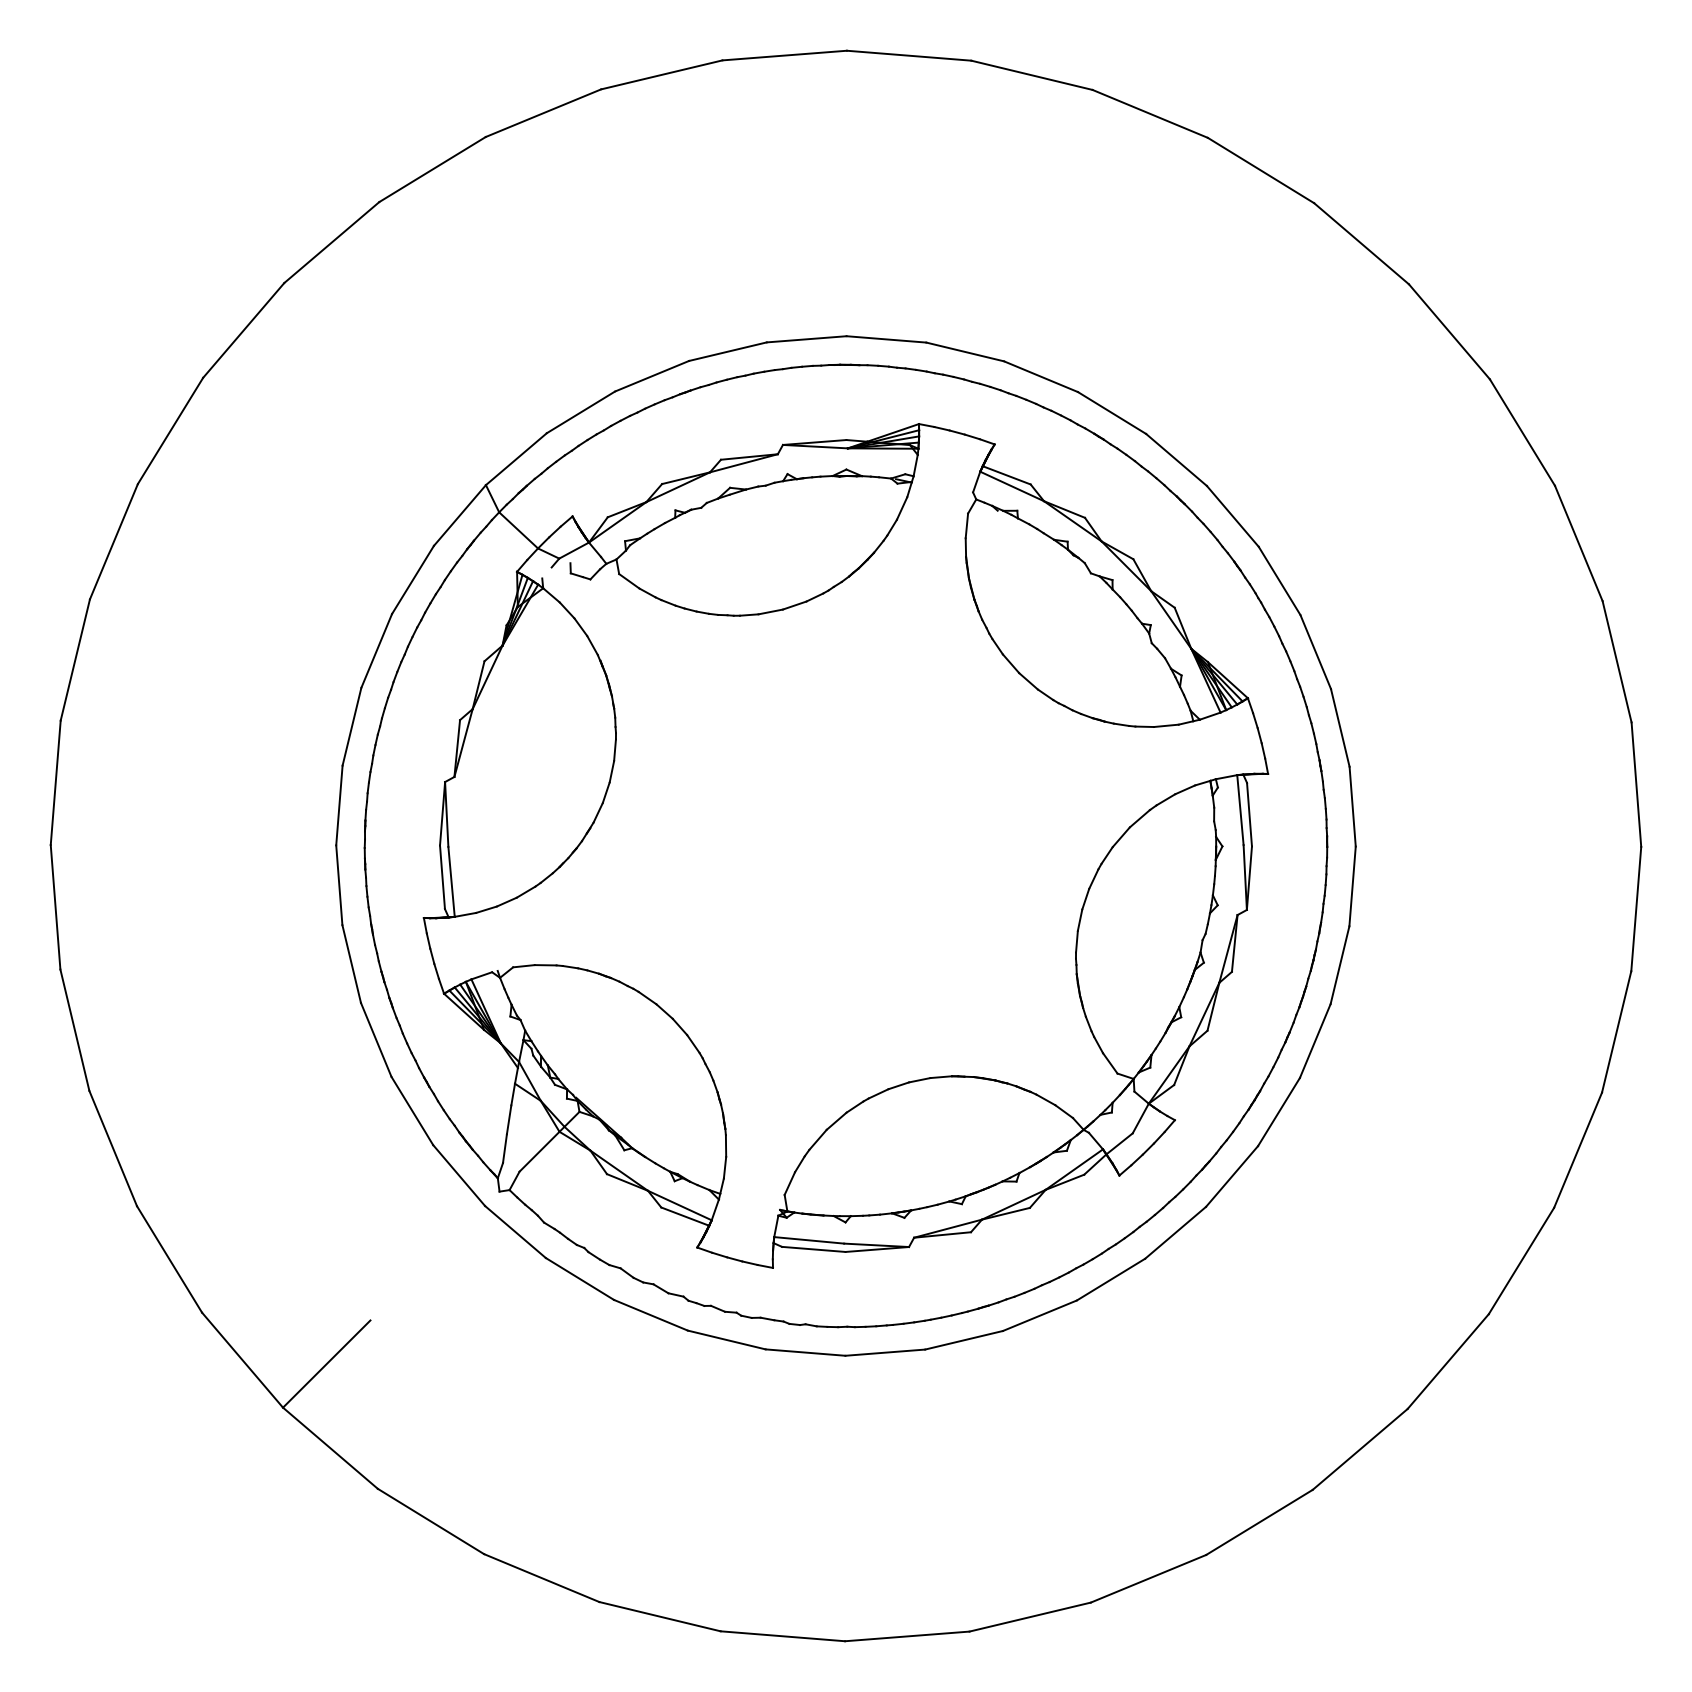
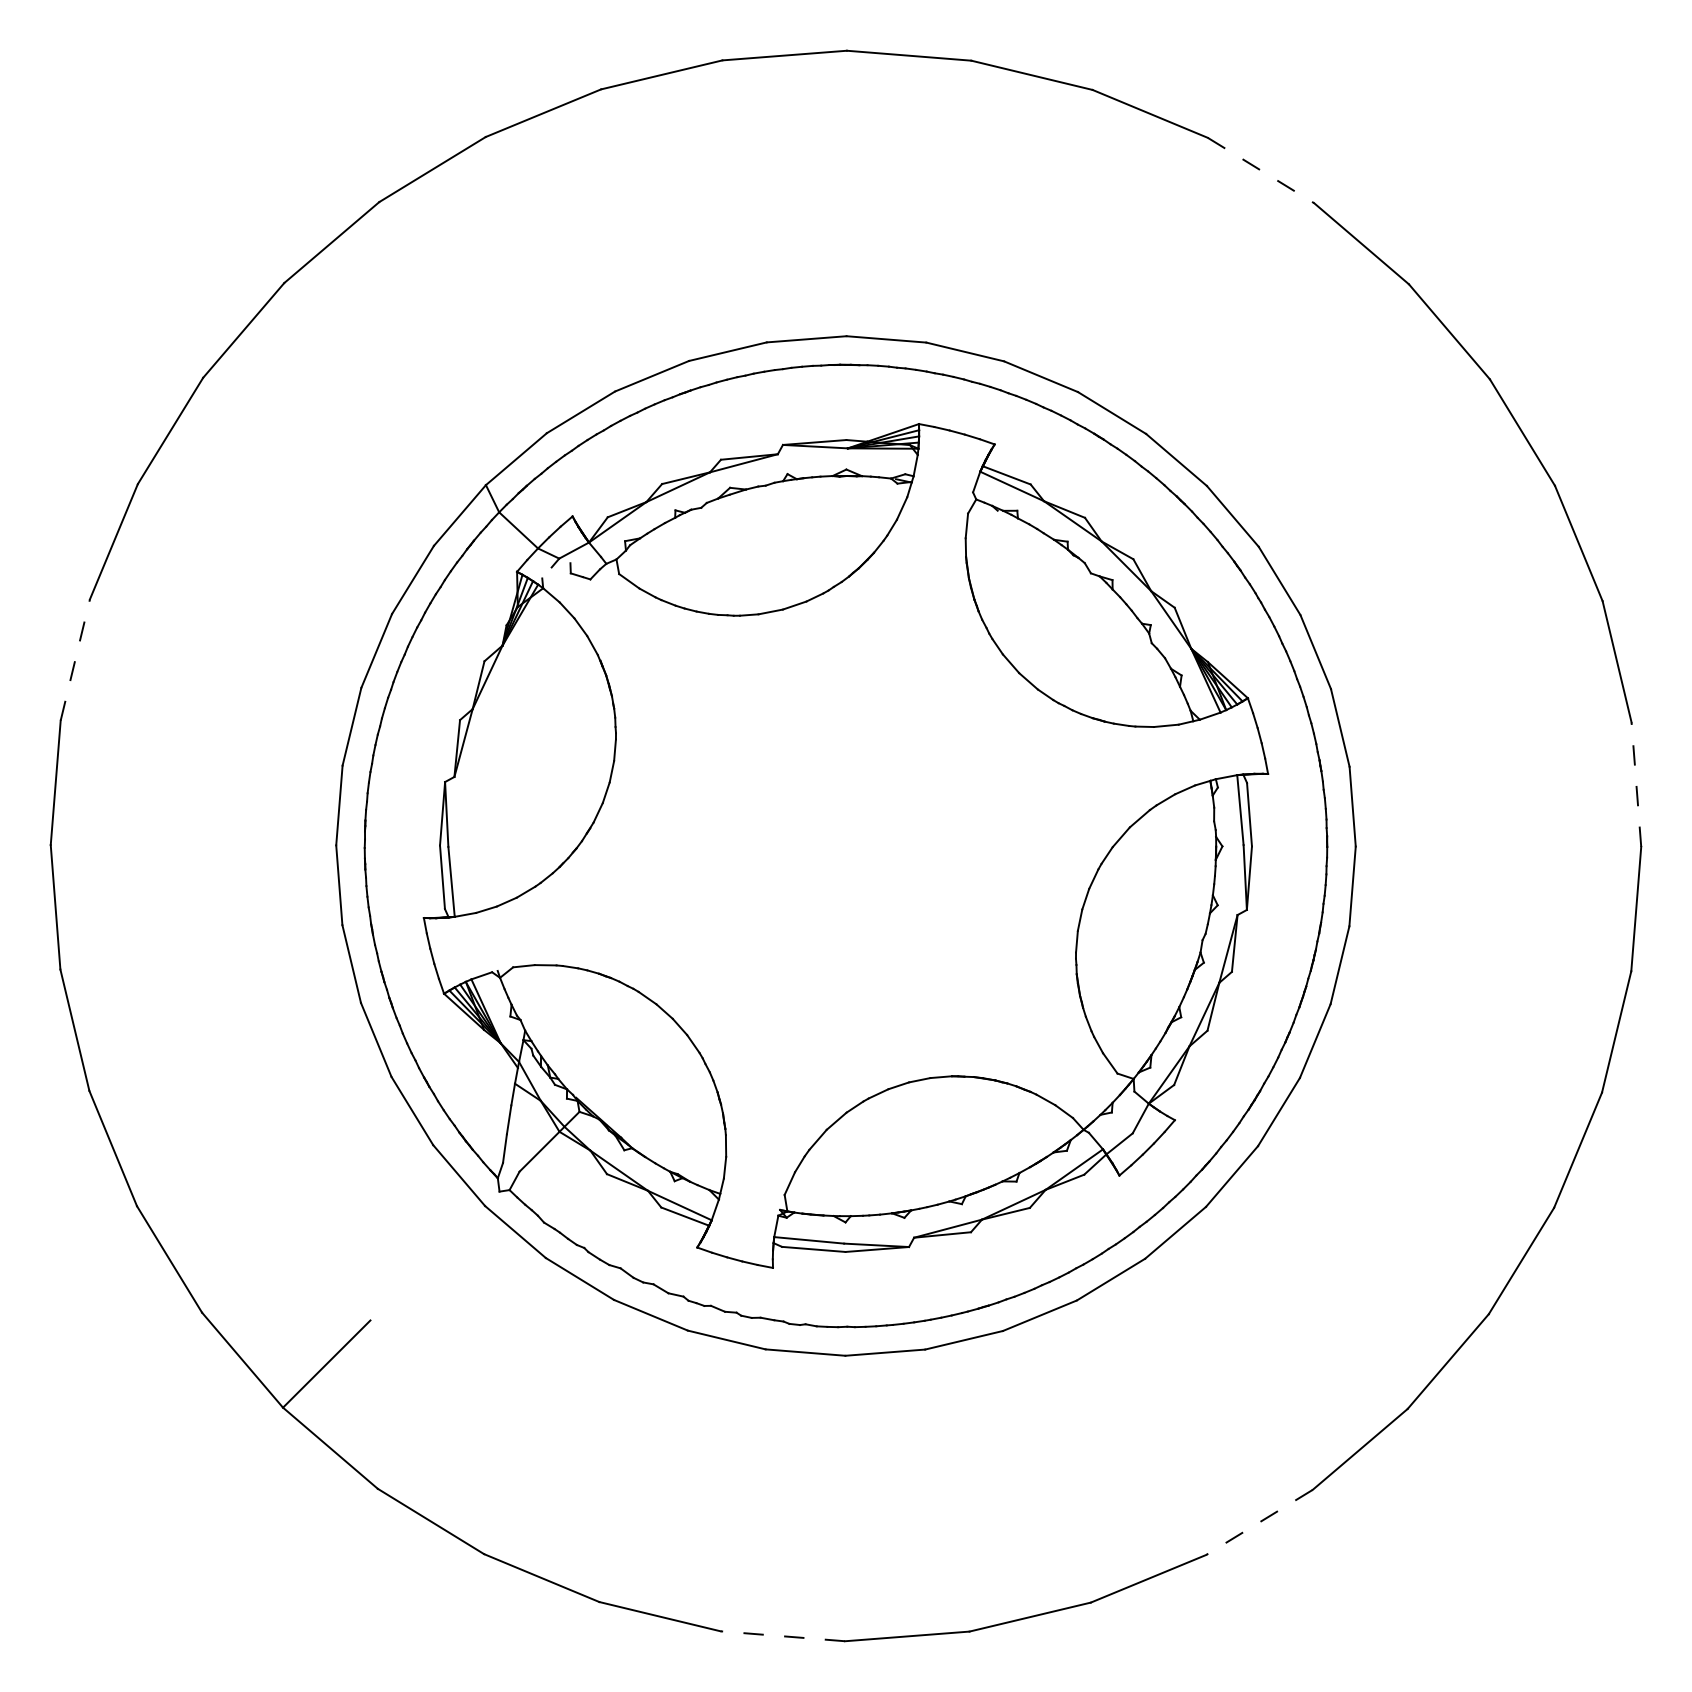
line at (1261, 170): solid -> dashed
line at (75, 659): solid -> dashed
line at (1636, 784): solid -> dashed
line at (1259, 1522): solid -> dashed
line at (782, 1636): solid -> dashed
